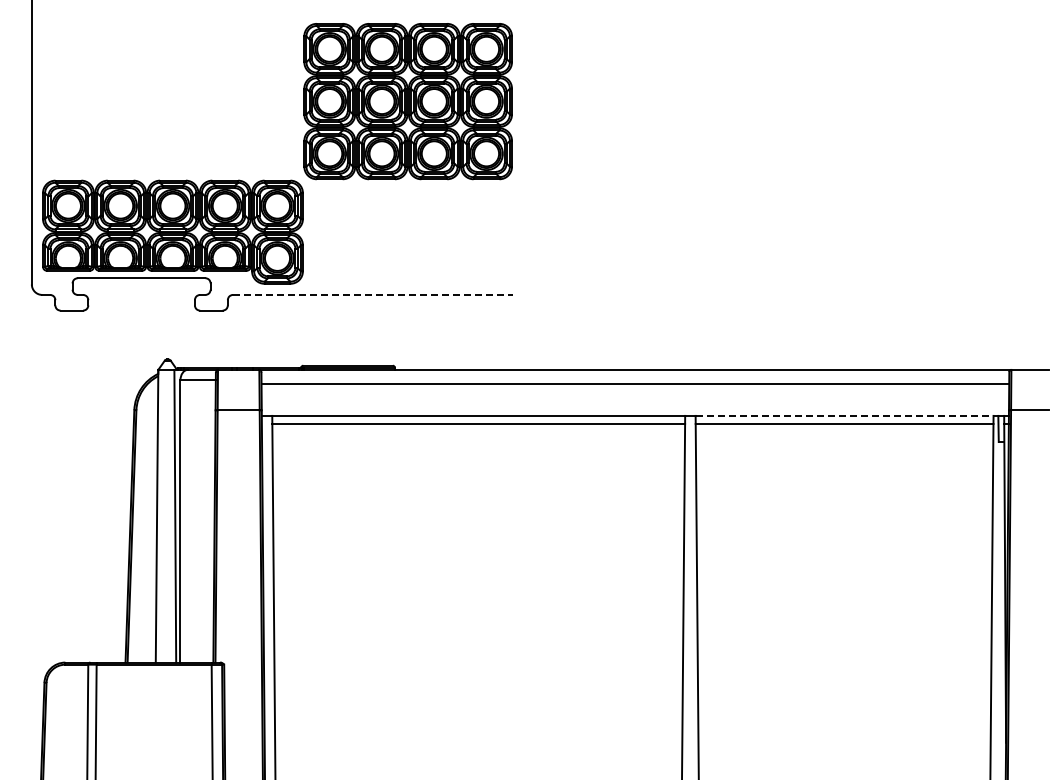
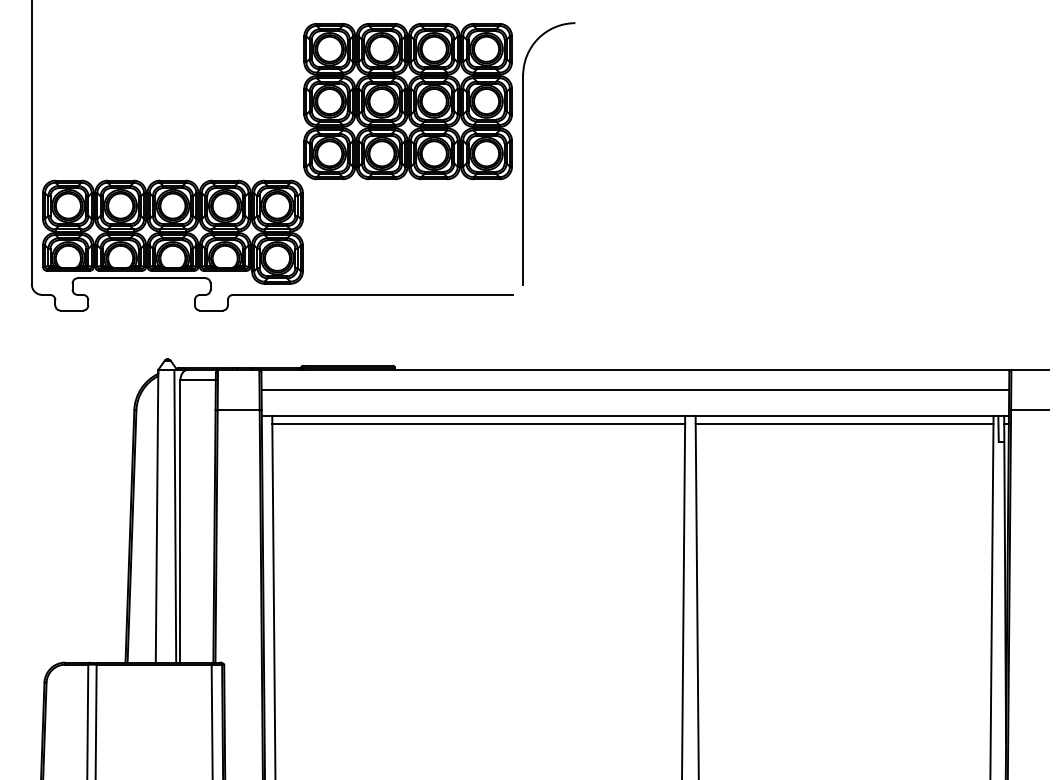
part at (523, 153): none -> present
line at (372, 294): dashed -> solid
line at (635, 384) position: (635, 384) -> (635, 390)
line at (844, 415): dashed -> solid
